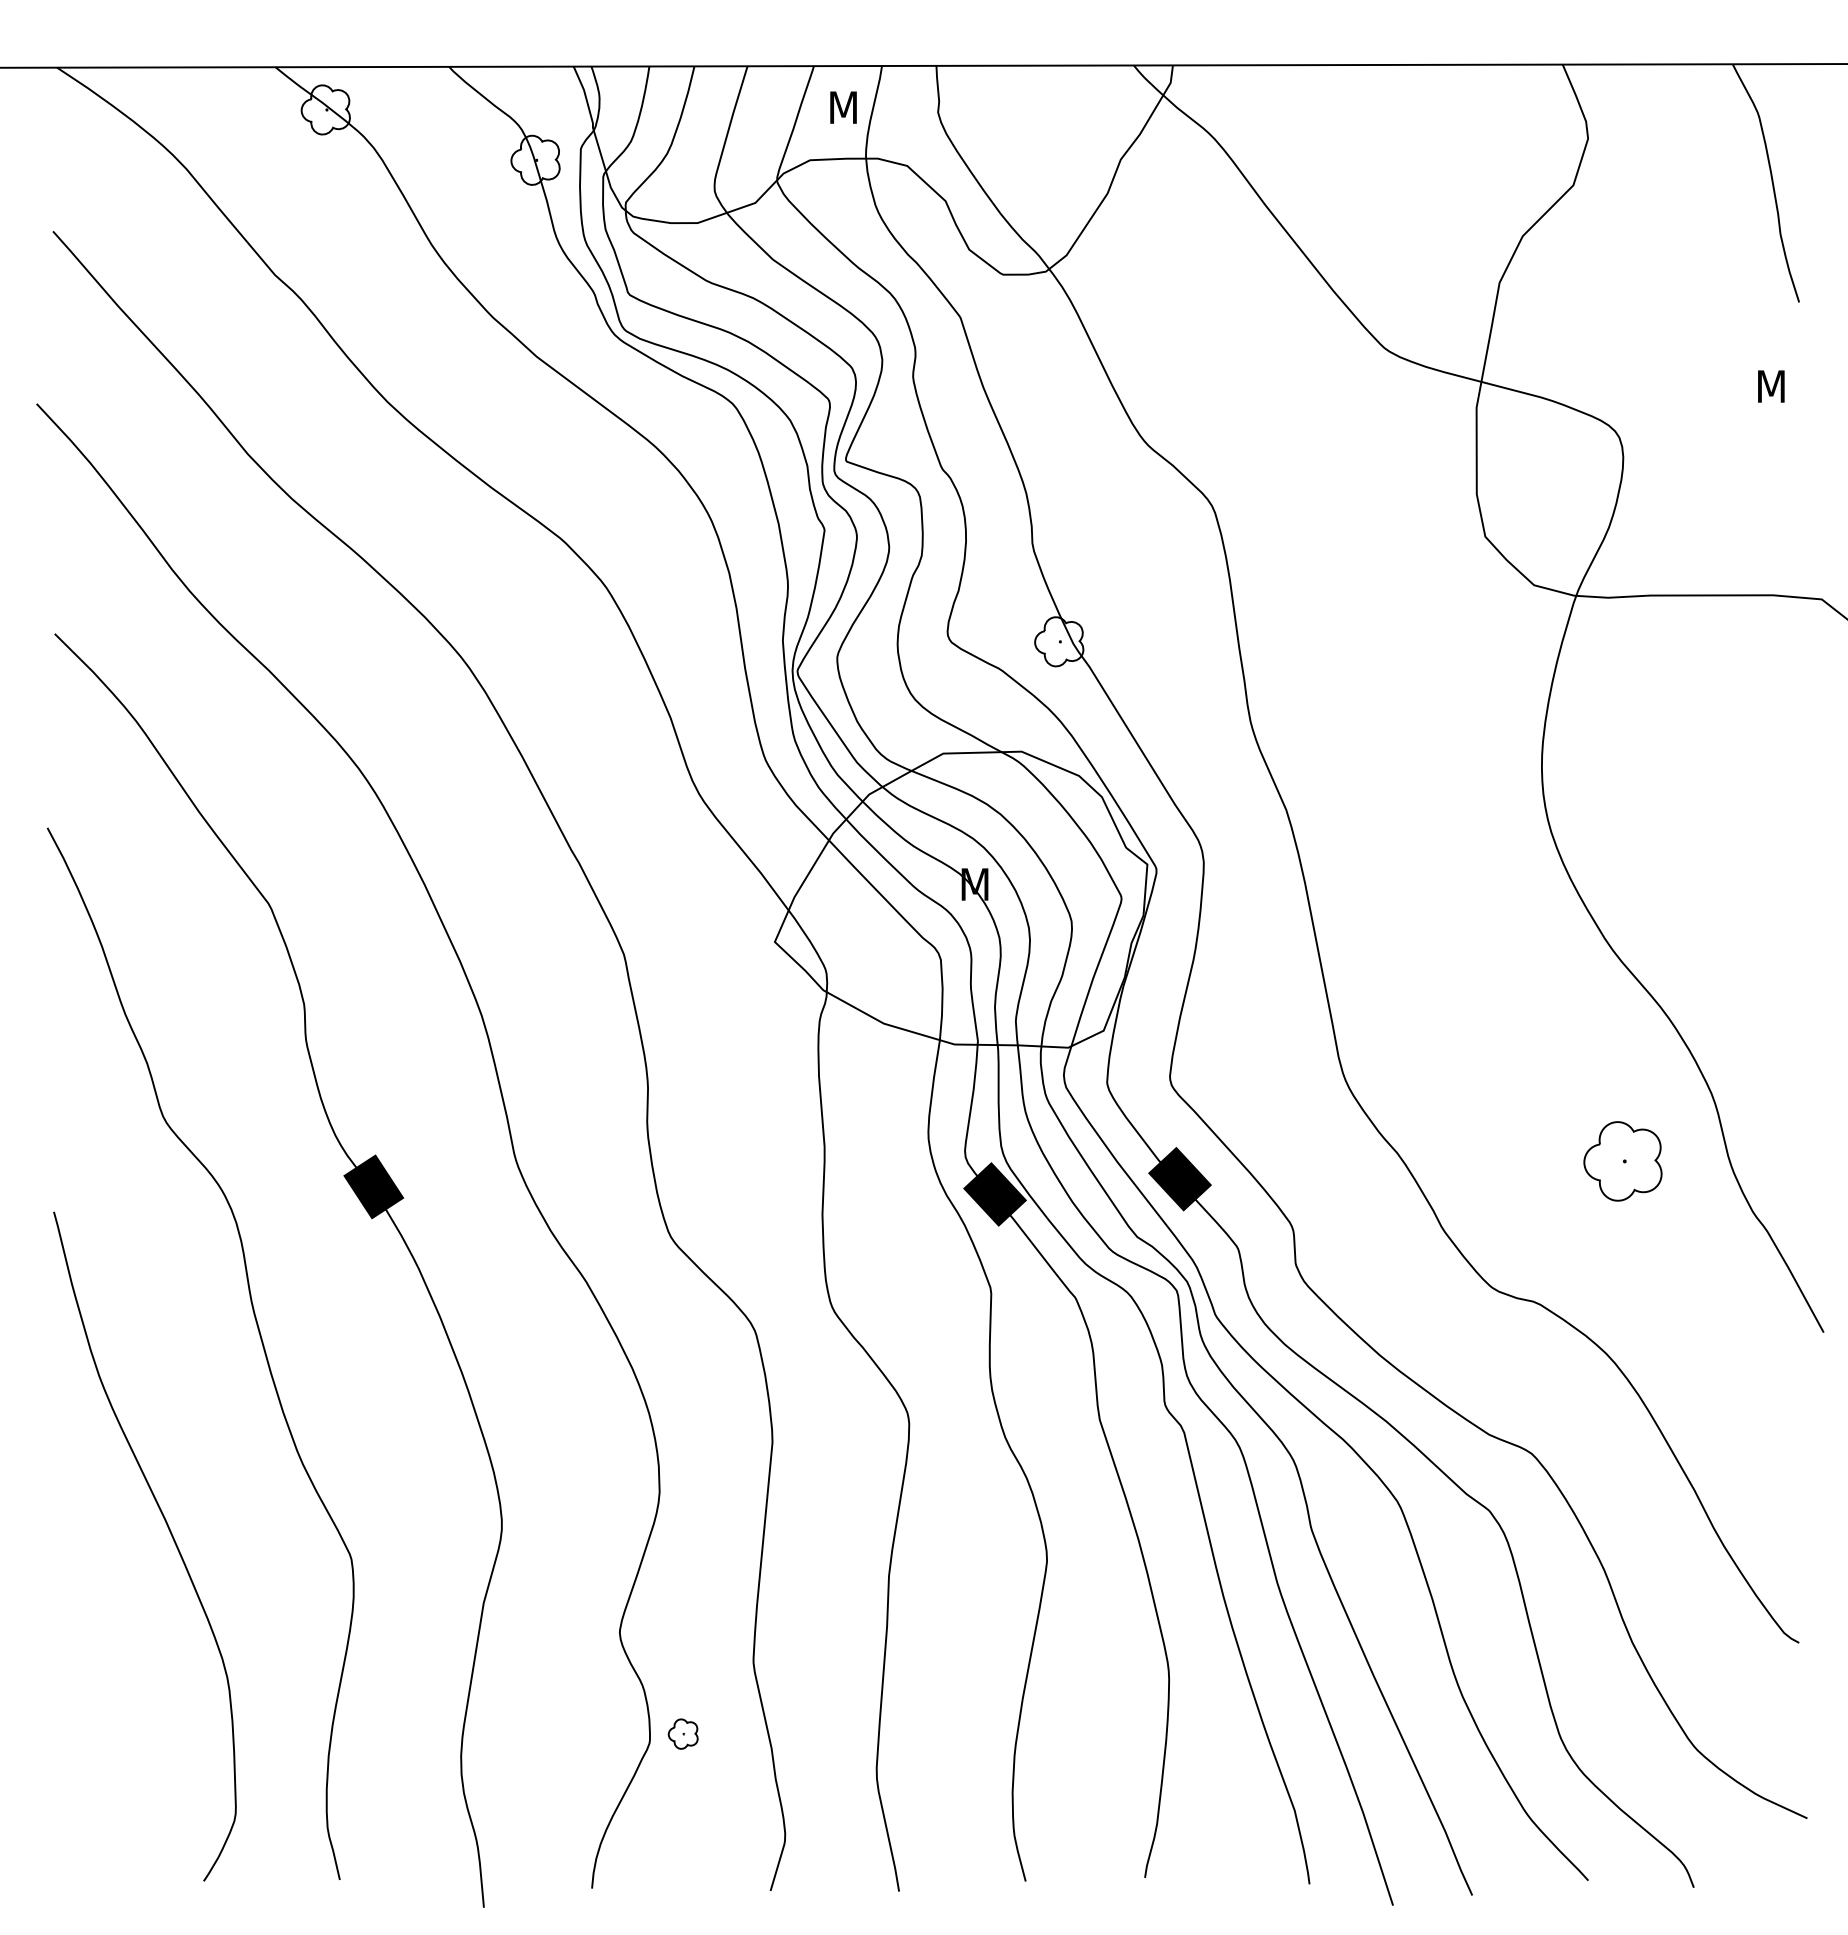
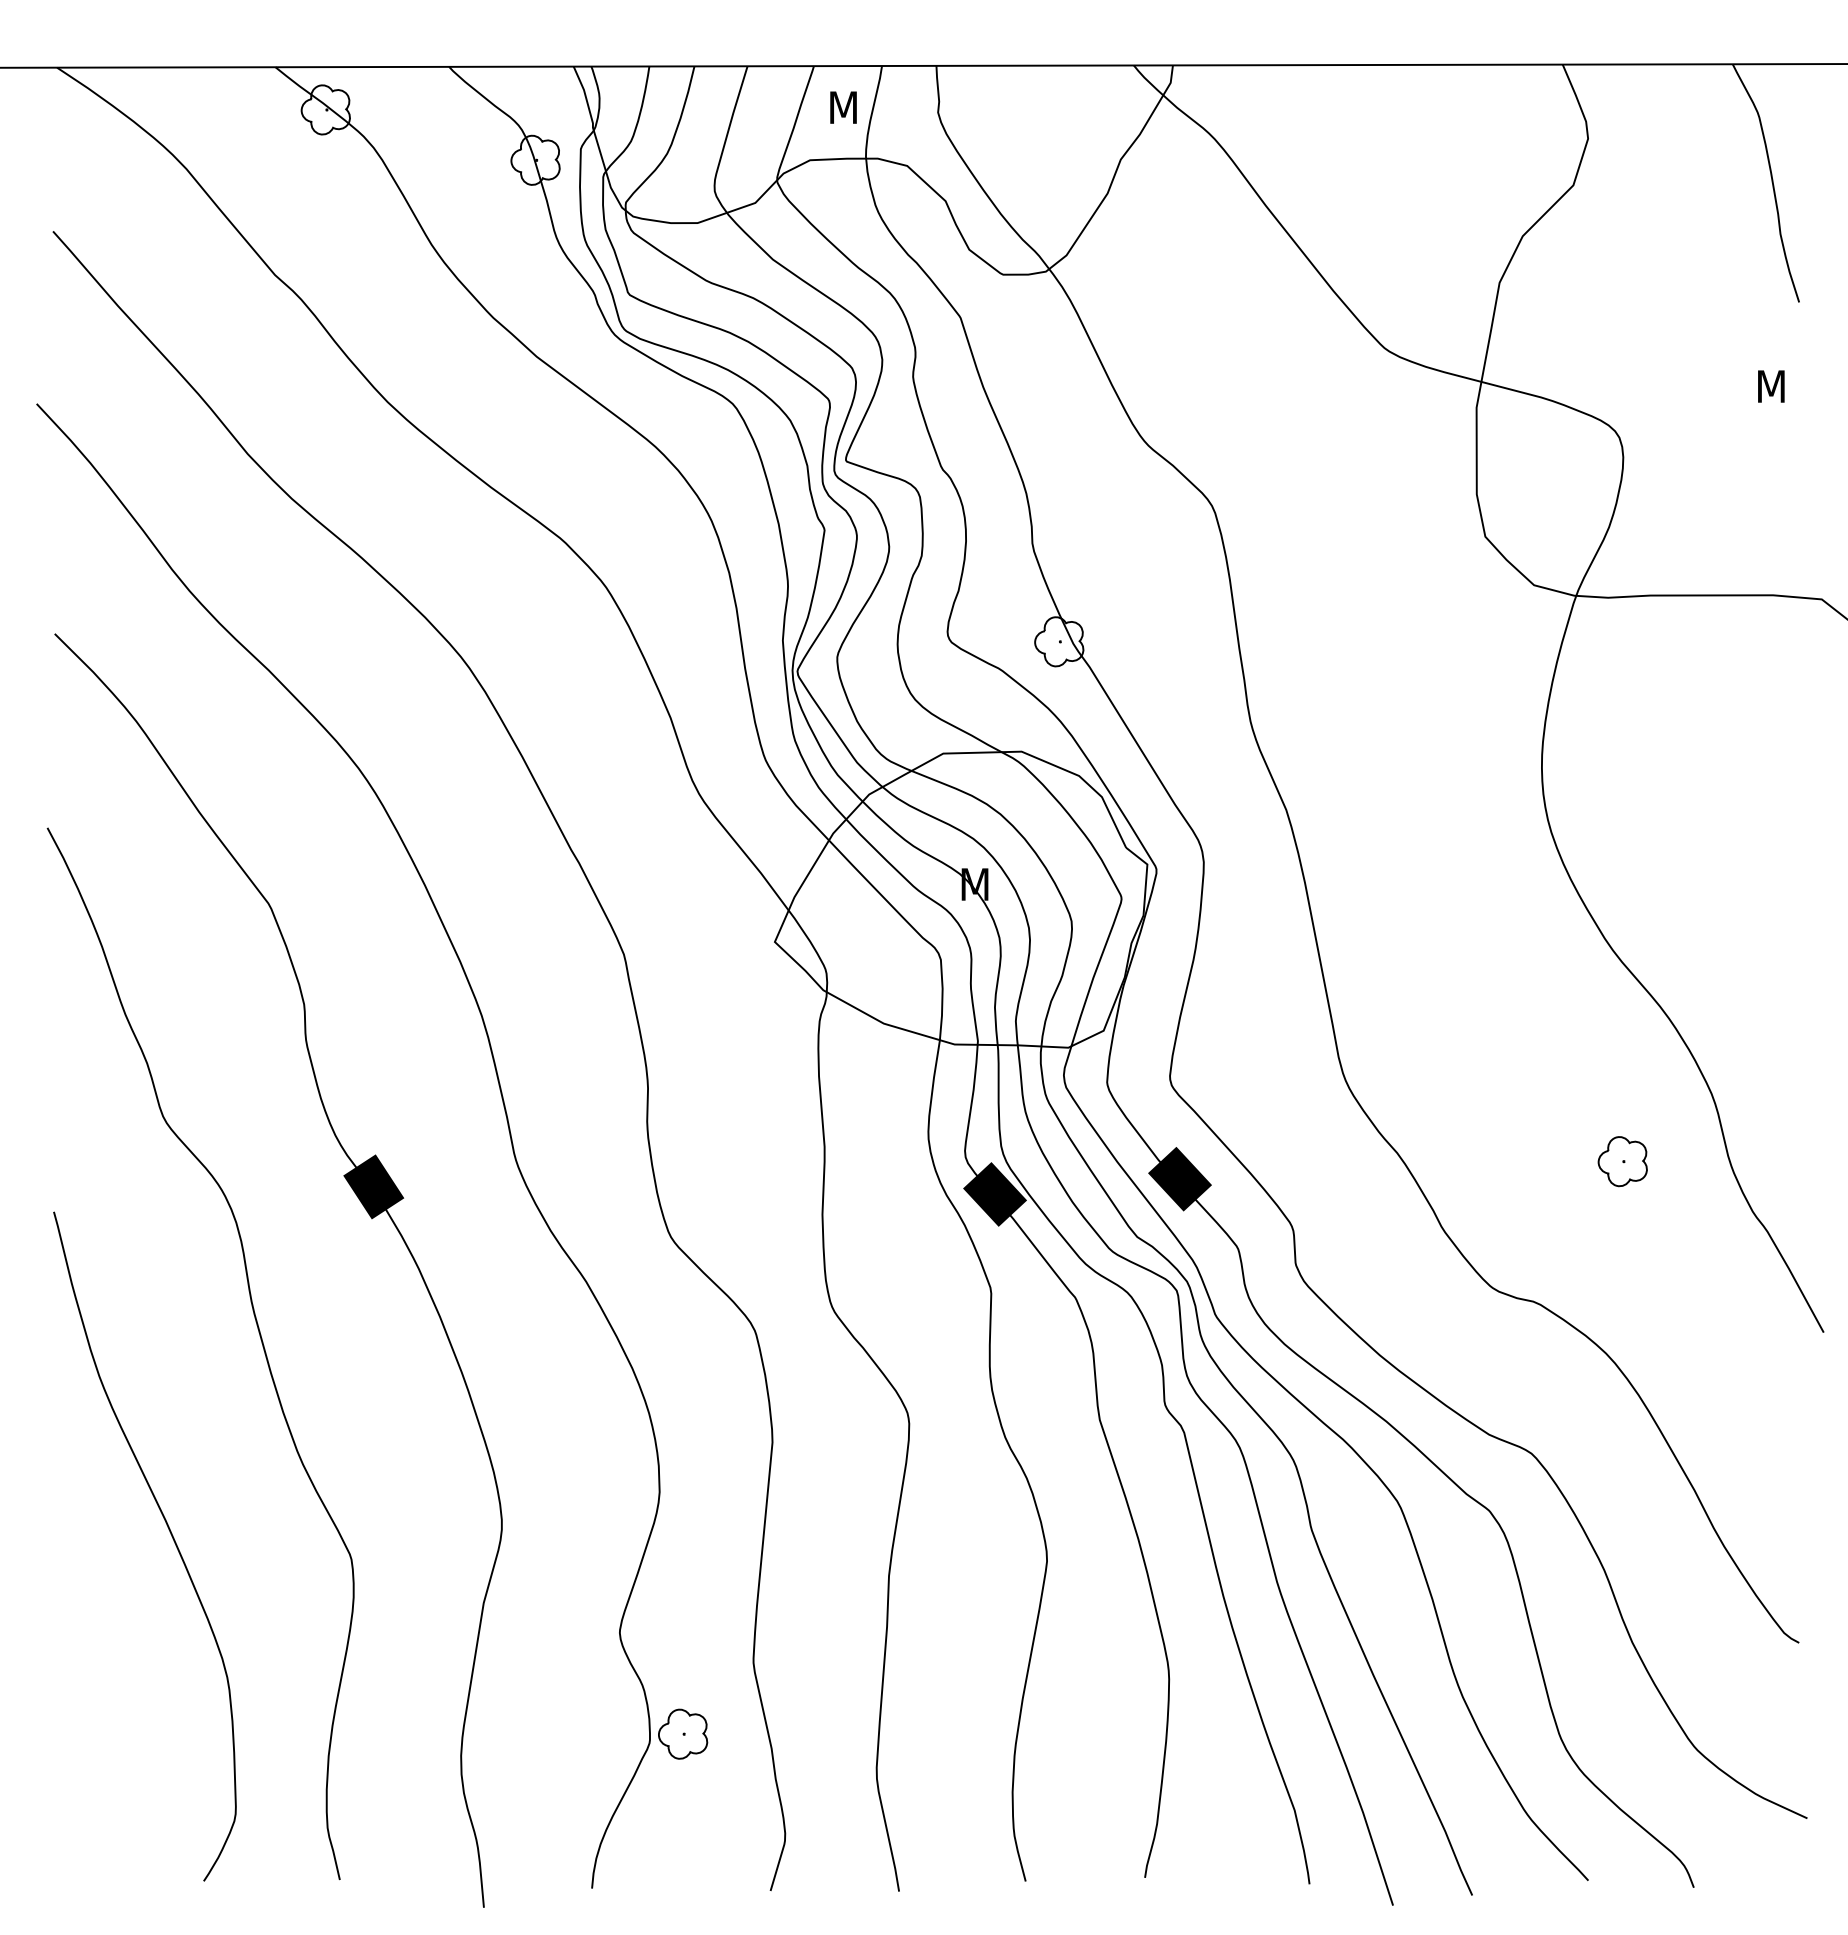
part at (1622, 1161) size: 80x81 px -> 51x52 px
part at (682, 1733) size: 32x32 px -> 51x52 px
